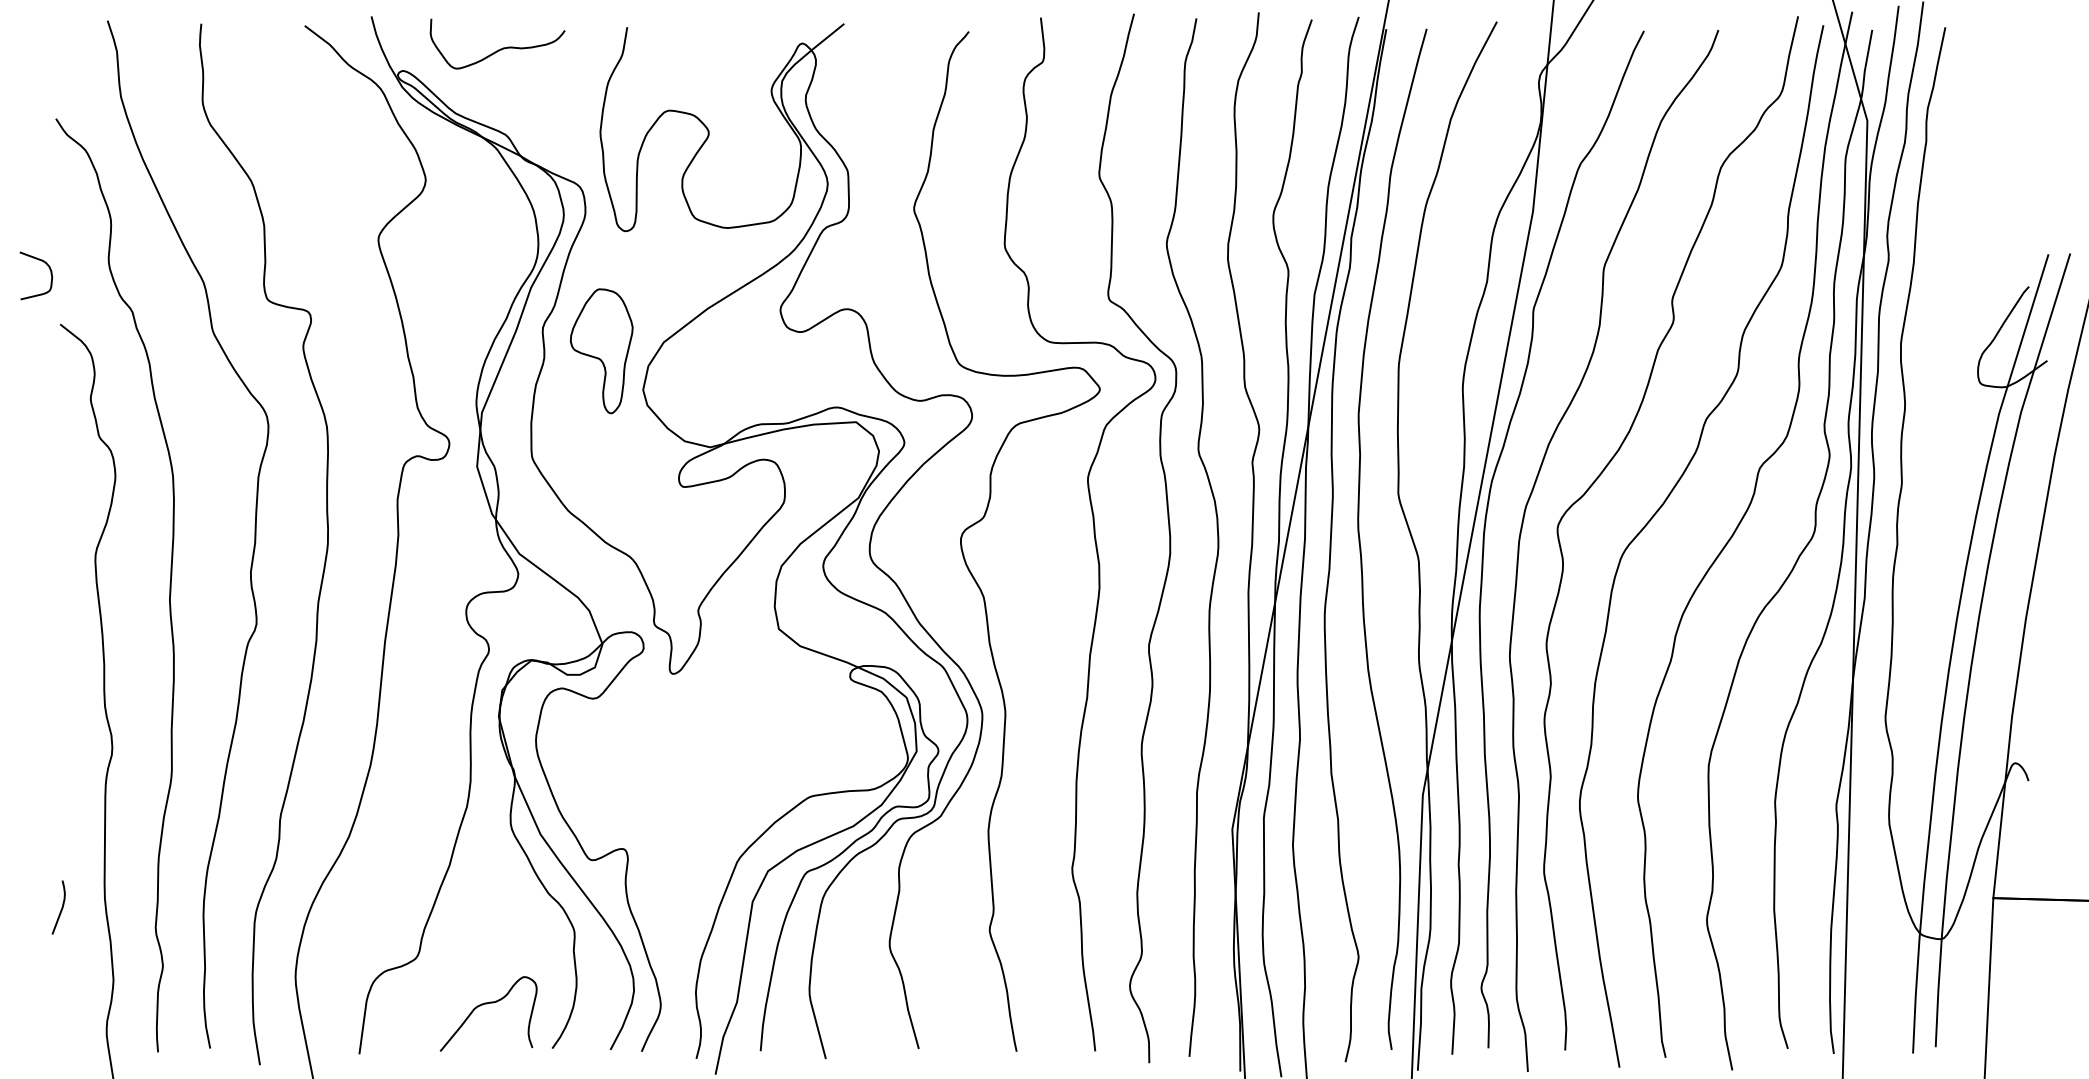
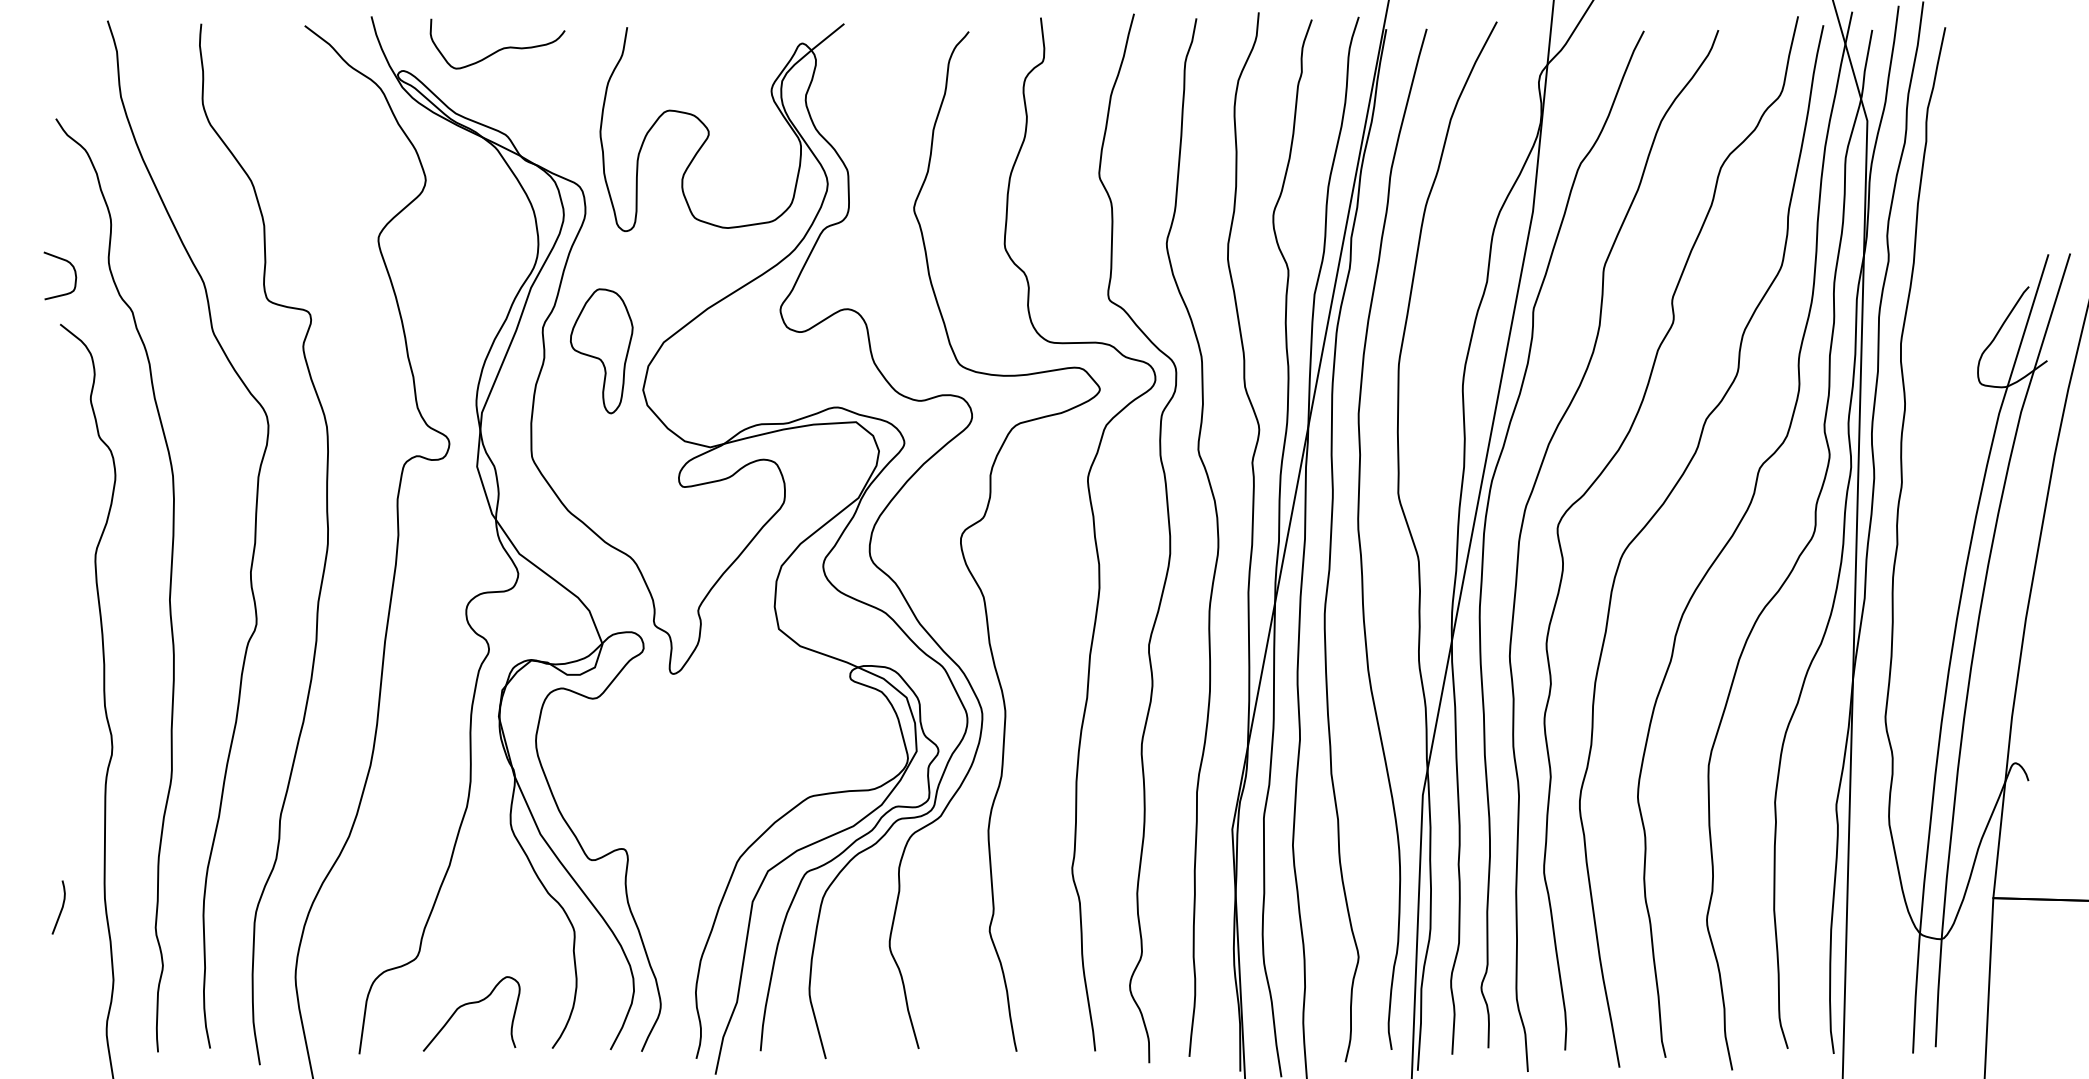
curve at (50, 274) position: (50, 274) -> (74, 274)
curve at (487, 1004) position: (487, 1004) -> (470, 1004)
